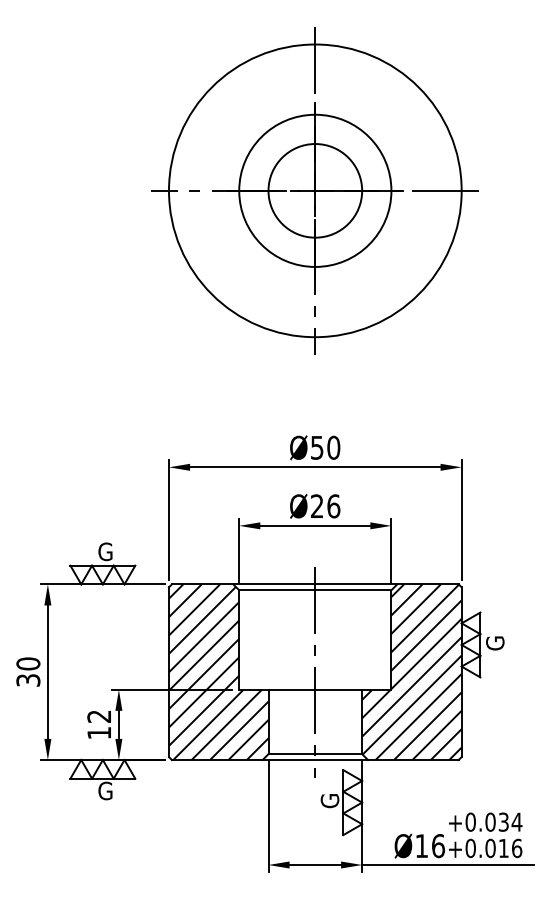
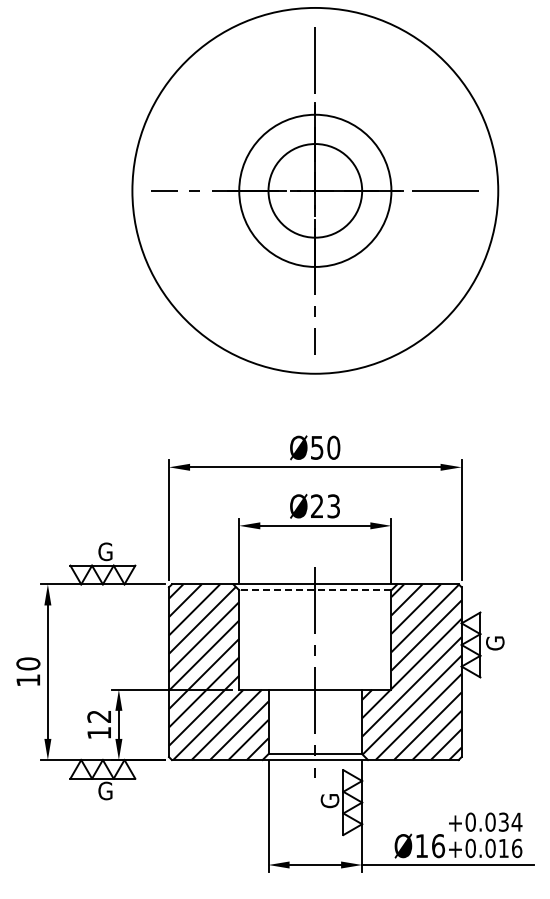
circle at (315, 190) diameter: 293 px -> 366 px
text at (333, 506): Ø26 -> Ø23
line at (314, 590): solid -> dashed
text at (28, 680): 30 -> 10
